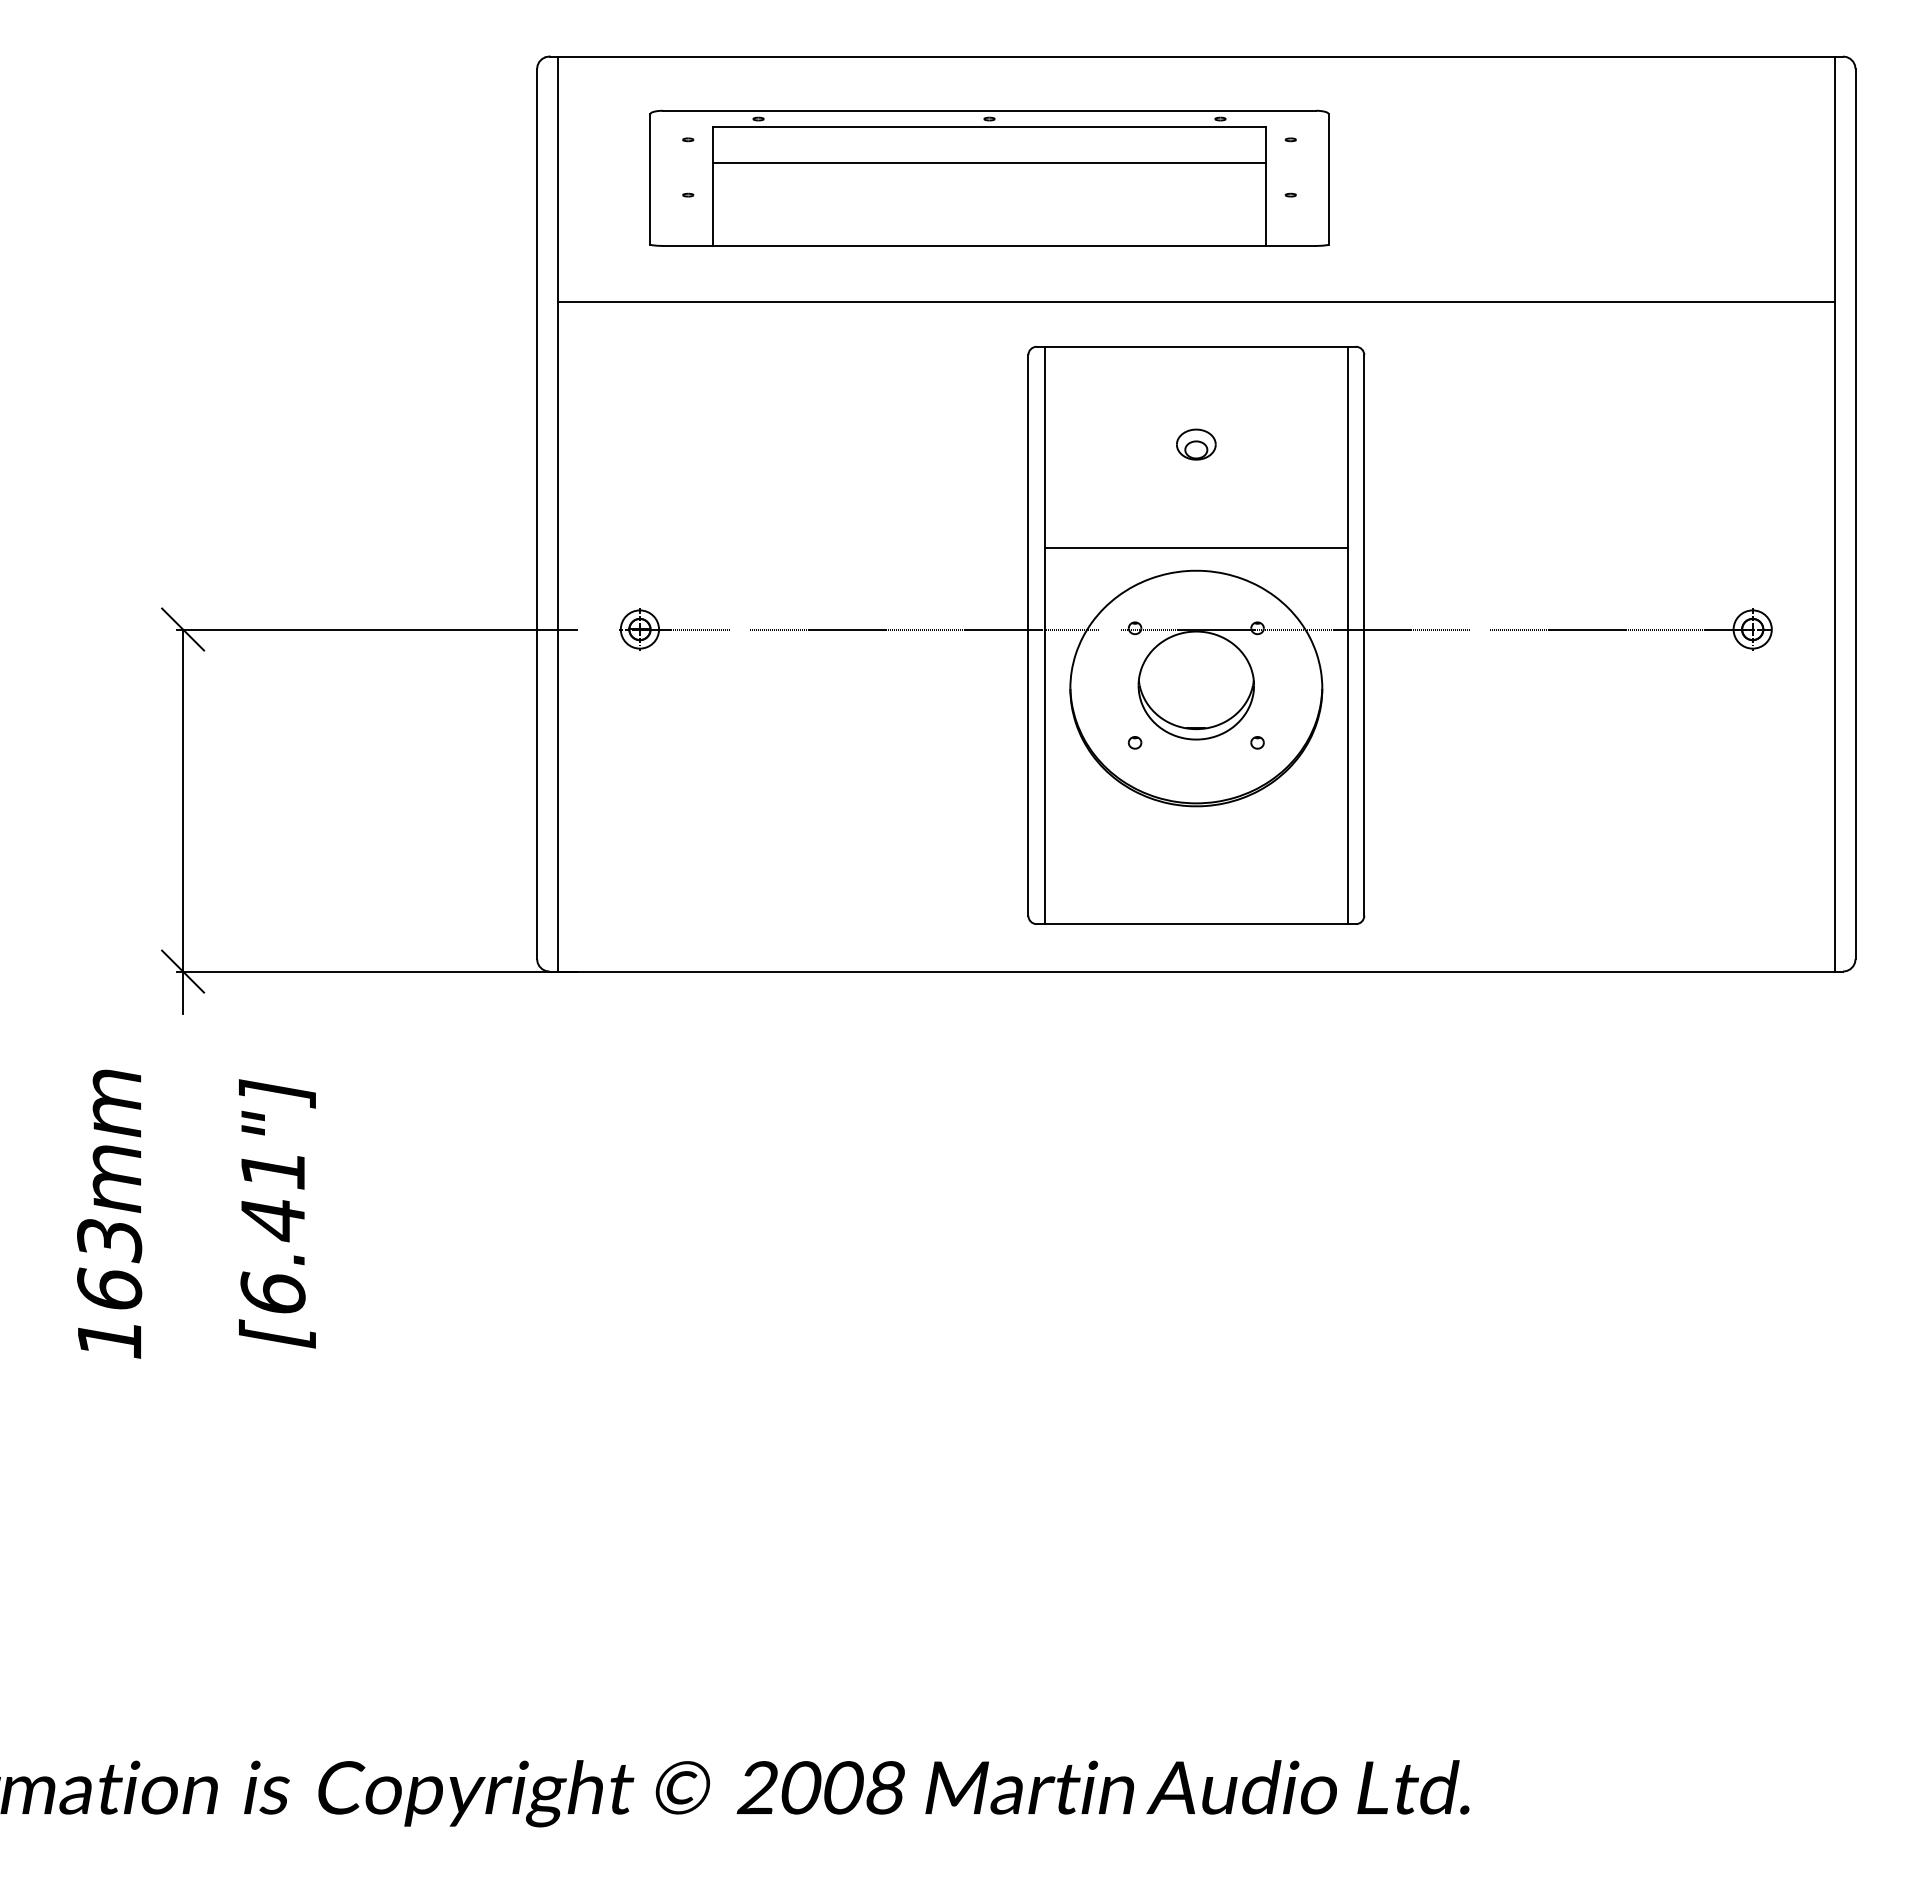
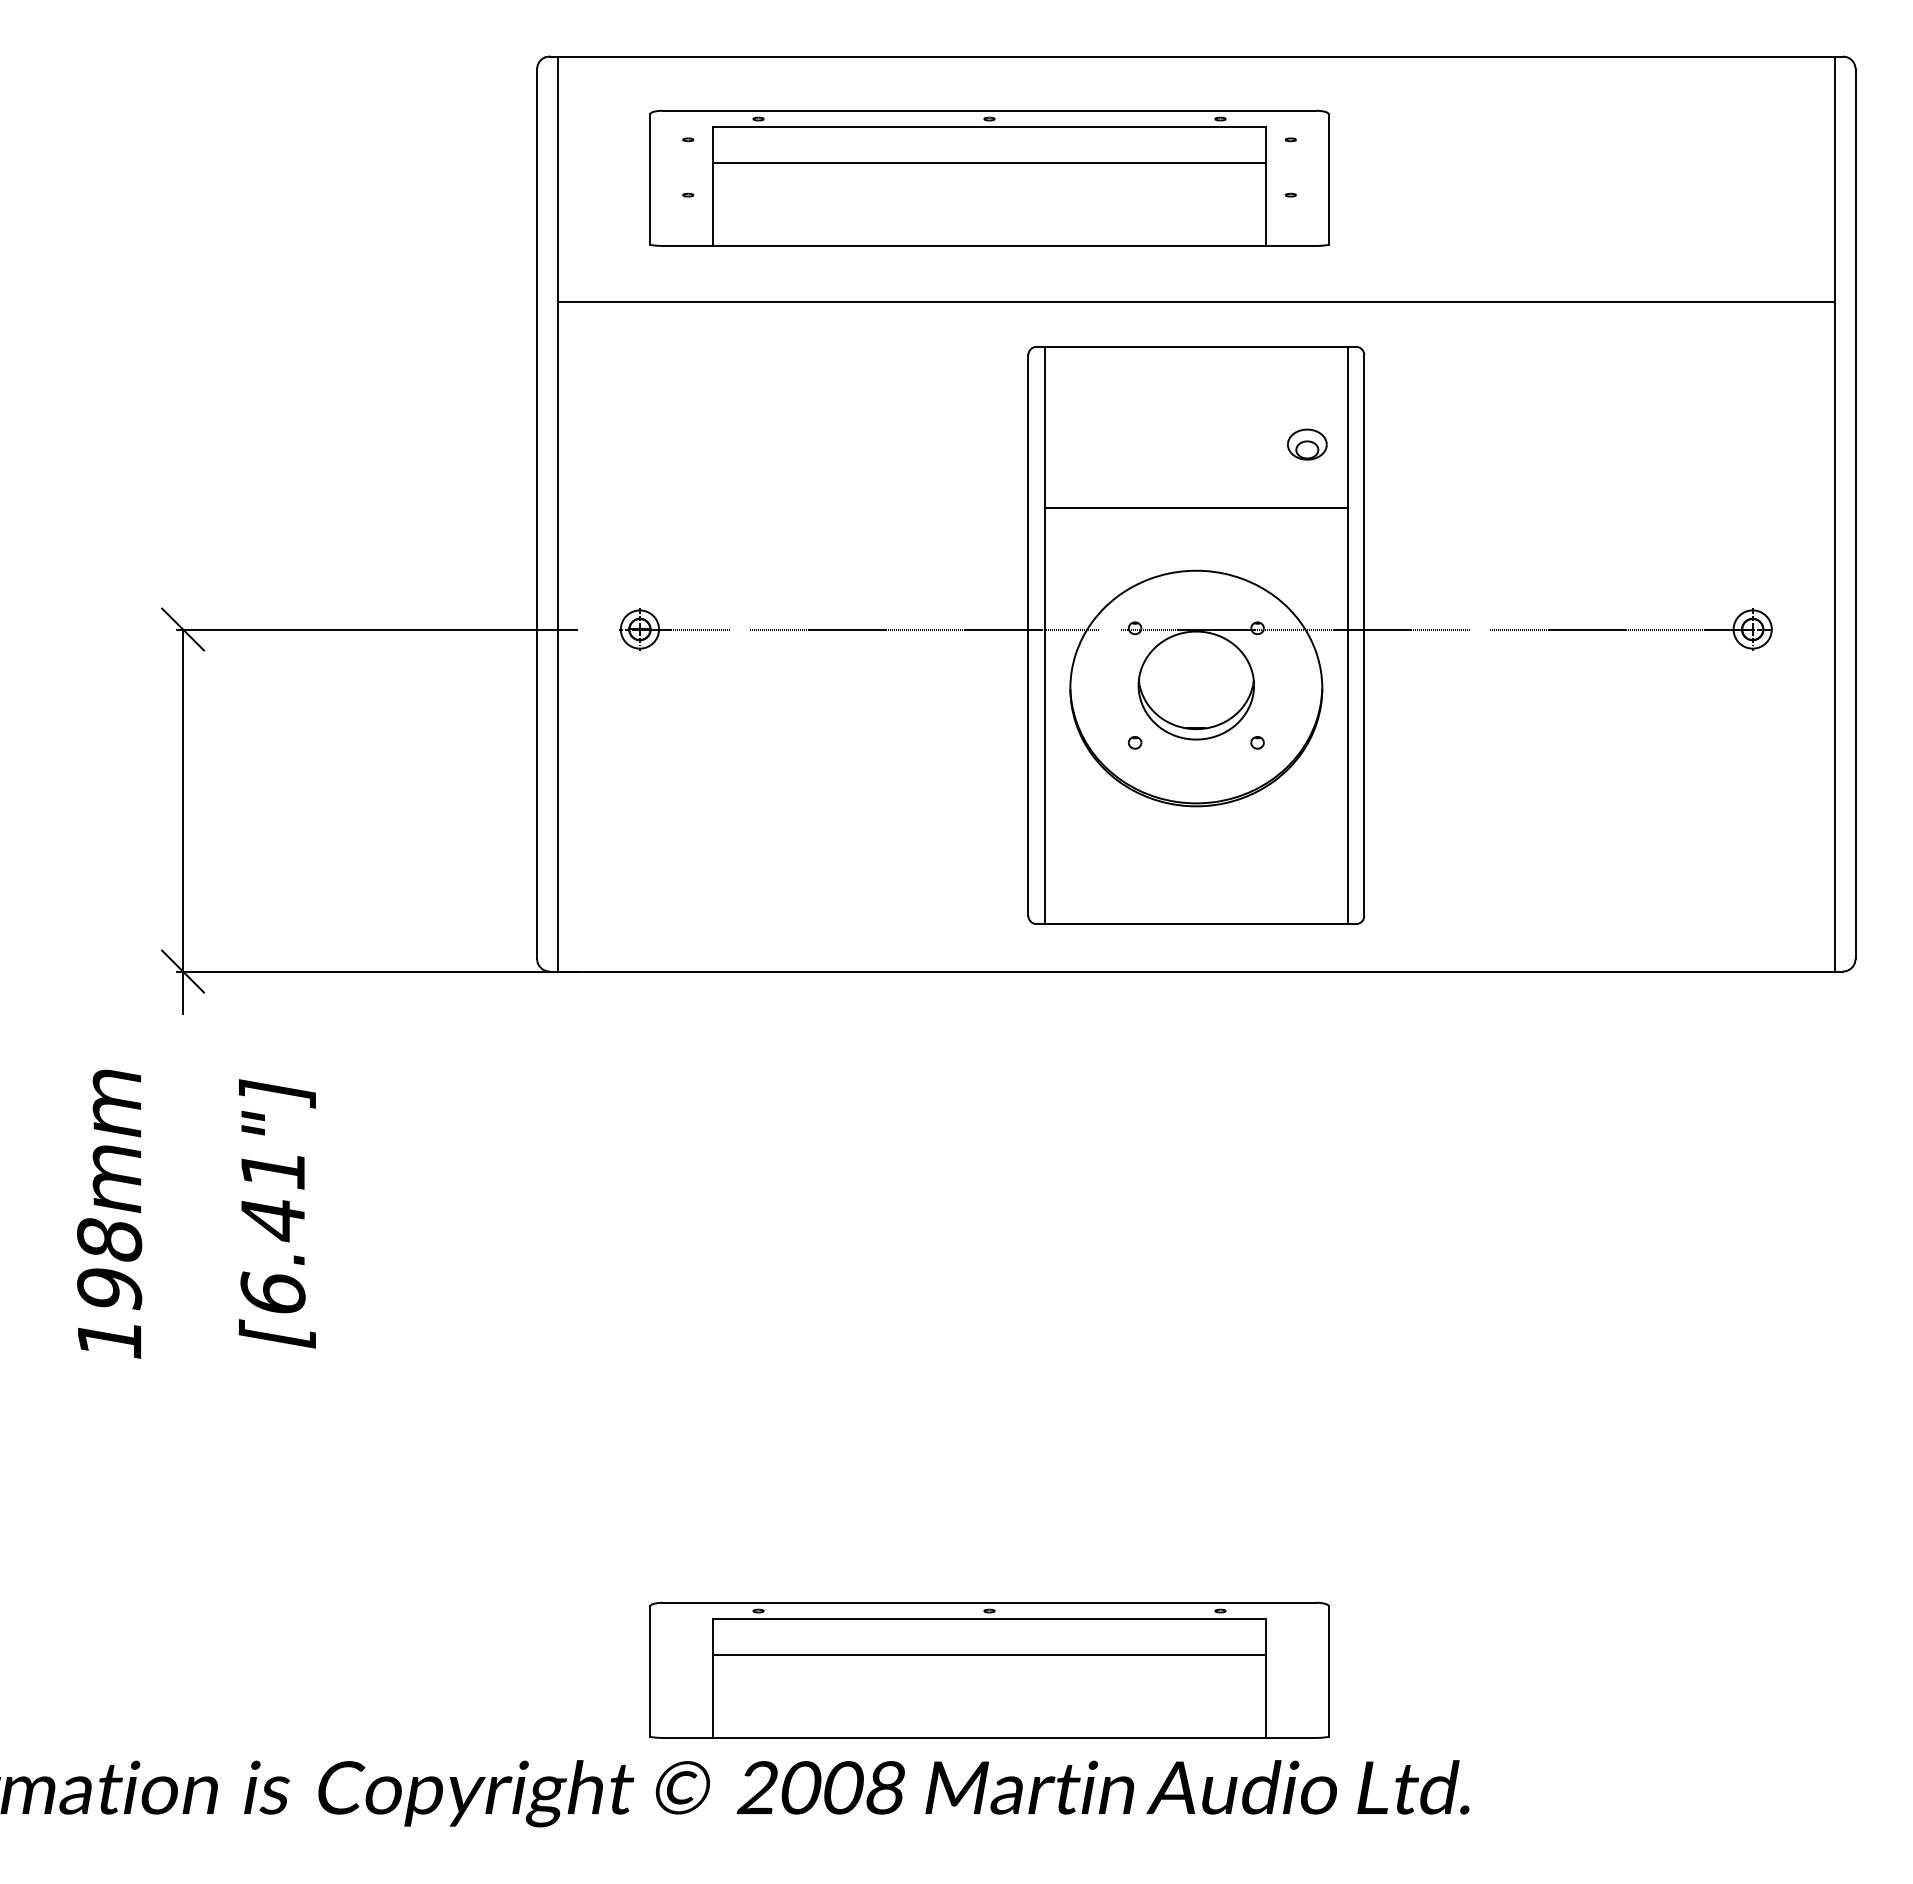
part at (1196, 444) position: (1196, 444) -> (1307, 444)
line at (1196, 547) position: (1196, 547) -> (1196, 507)
text at (109, 1264): 163mm -> 198mm
part at (989, 1669): none -> present
